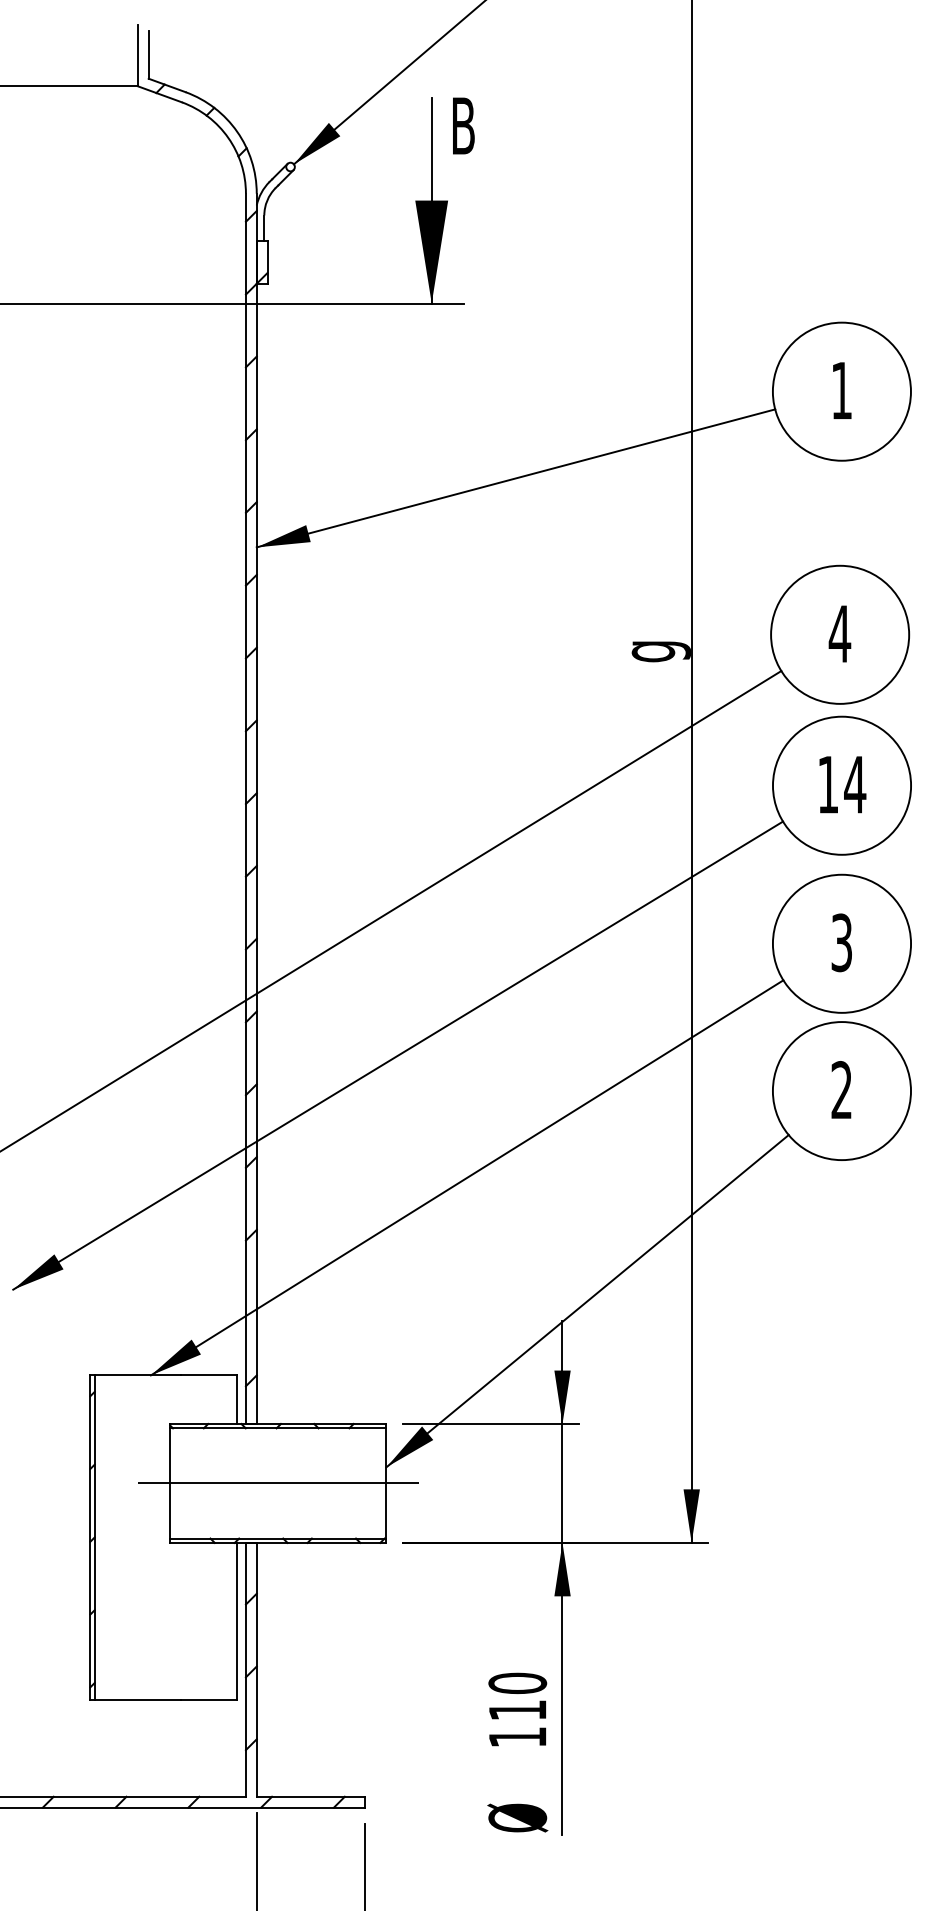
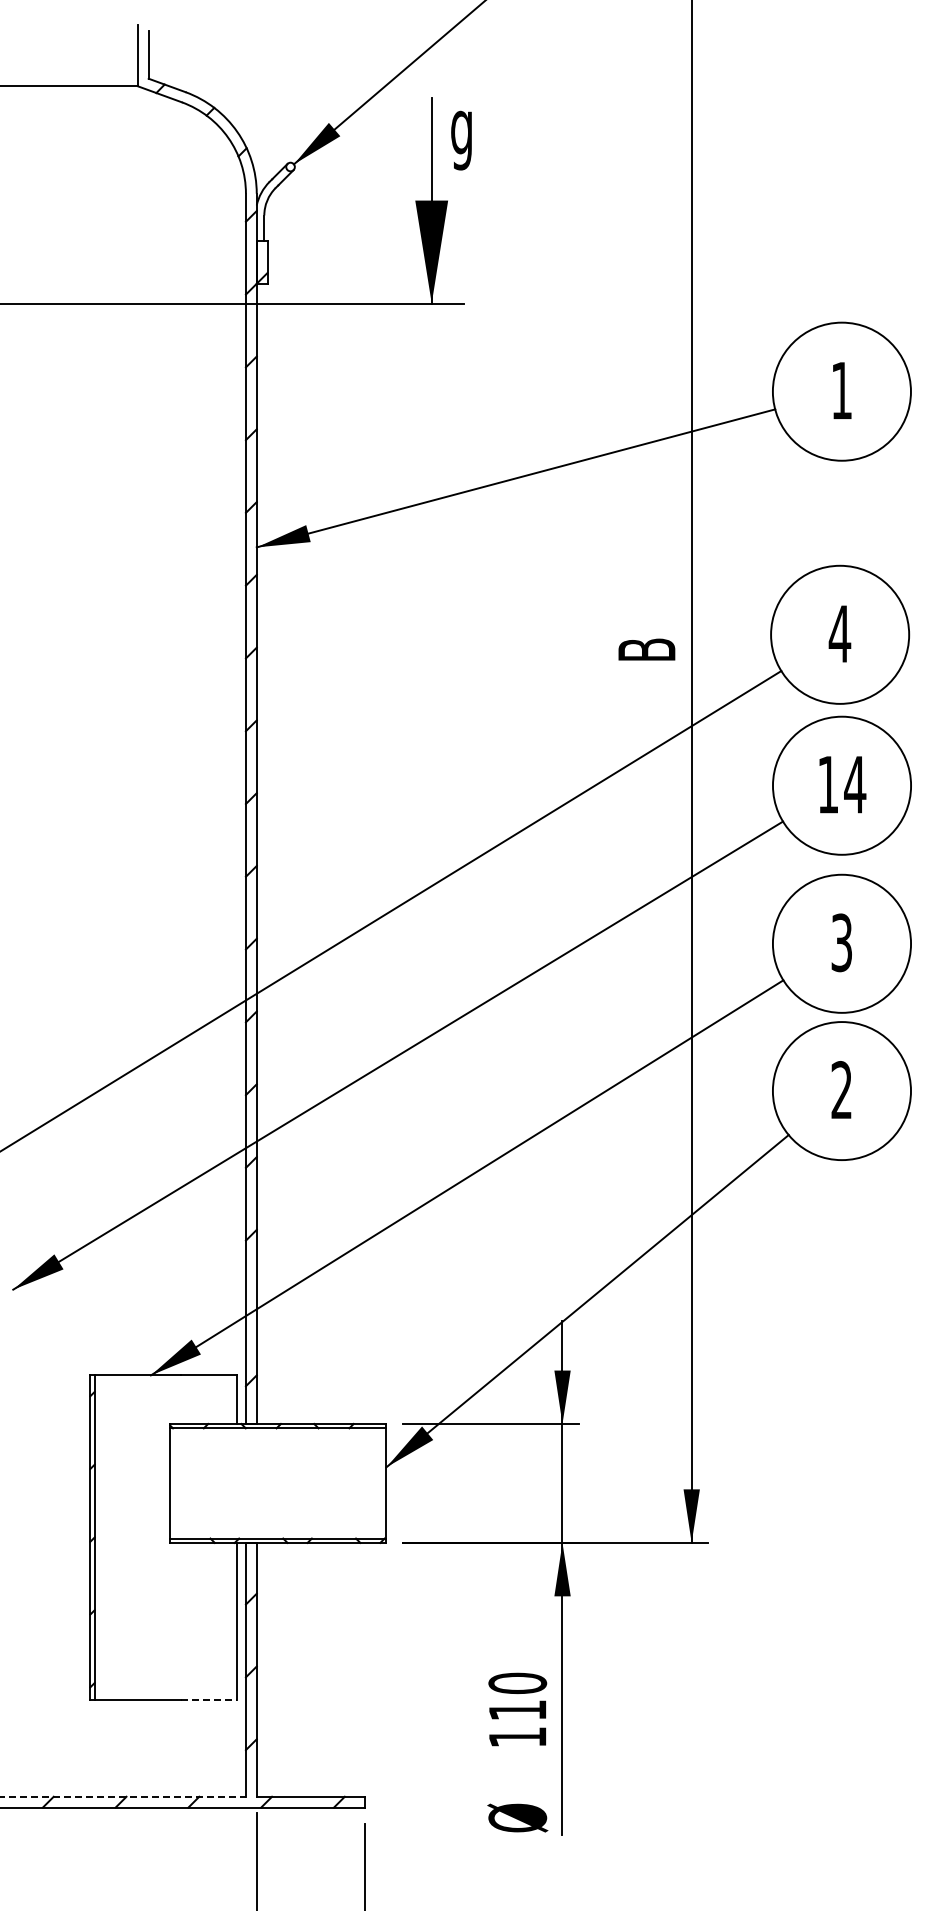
text at (462, 133): B -> g
text at (654, 650): g -> B
line at (277, 1483): present -> none
line at (209, 1699): solid -> dashed
line at (123, 1796): solid -> dashed
